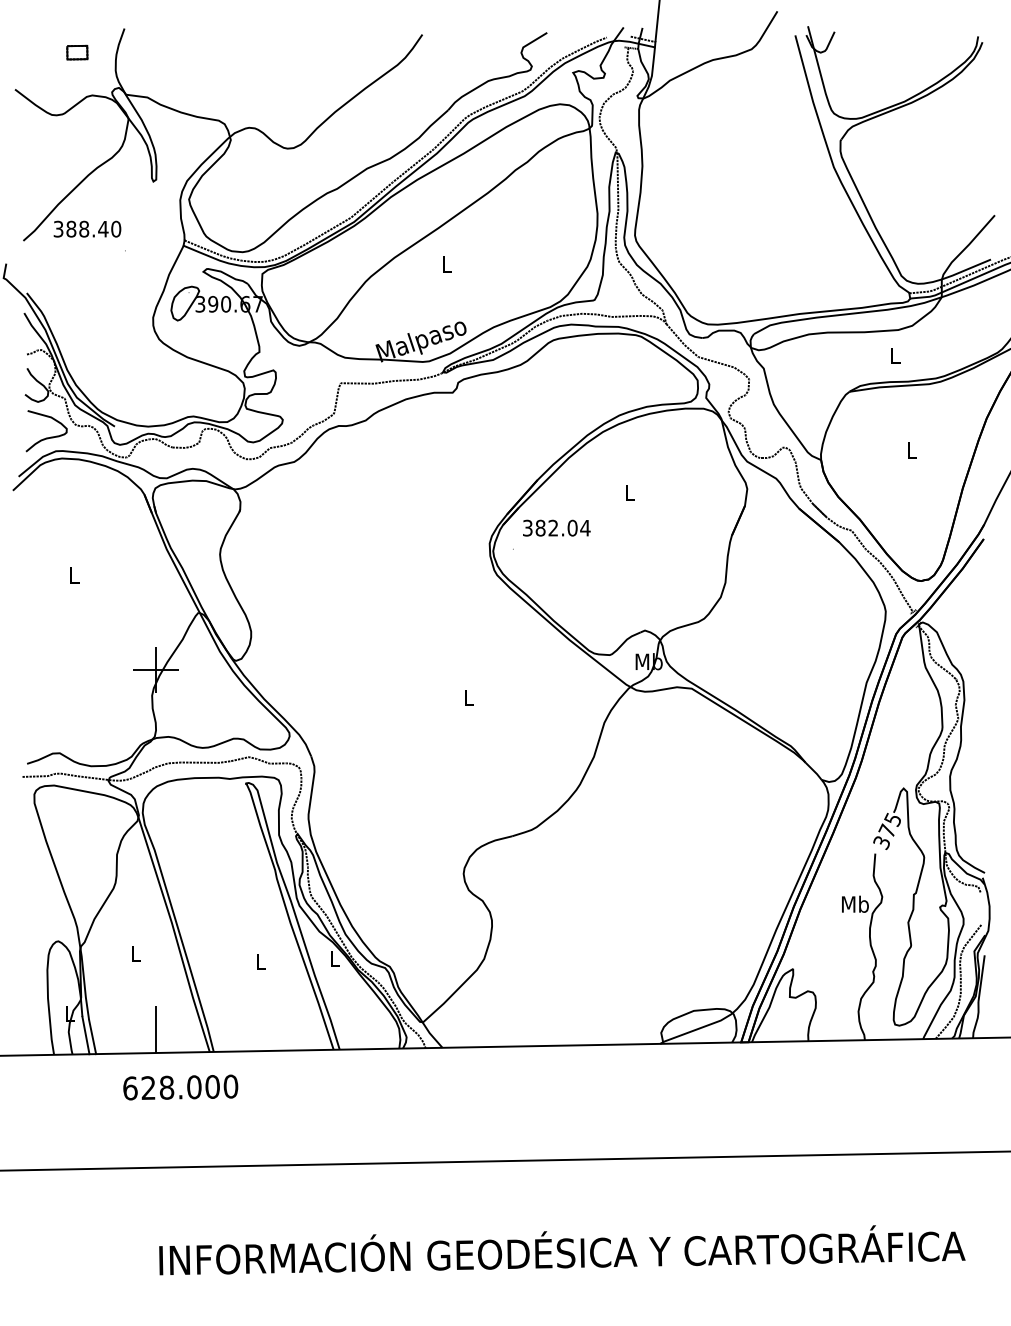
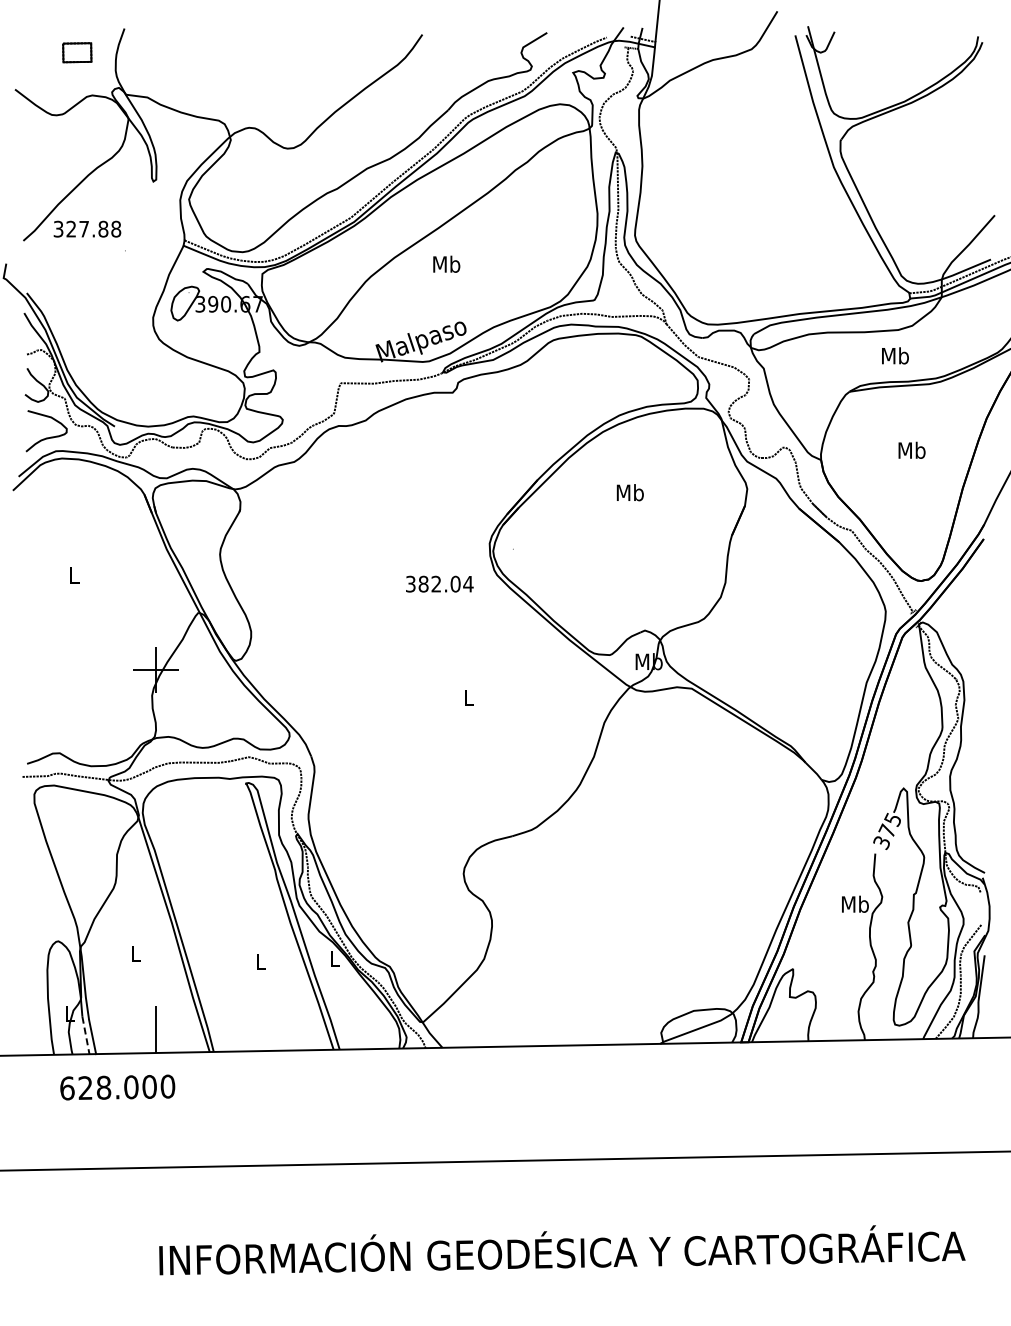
part at (77, 52) size: 23x17 px -> 31x22 px
text at (93, 228): 388.40 -> 327.88
text at (446, 263): L -> Mb
text at (895, 355): L -> Mb
text at (911, 449): L -> Mb
text at (629, 492): L -> Mb
text at (556, 527) position: (556, 527) -> (439, 583)
line at (86, 1035): solid -> dashed
text at (180, 1087) position: (180, 1087) -> (117, 1087)
